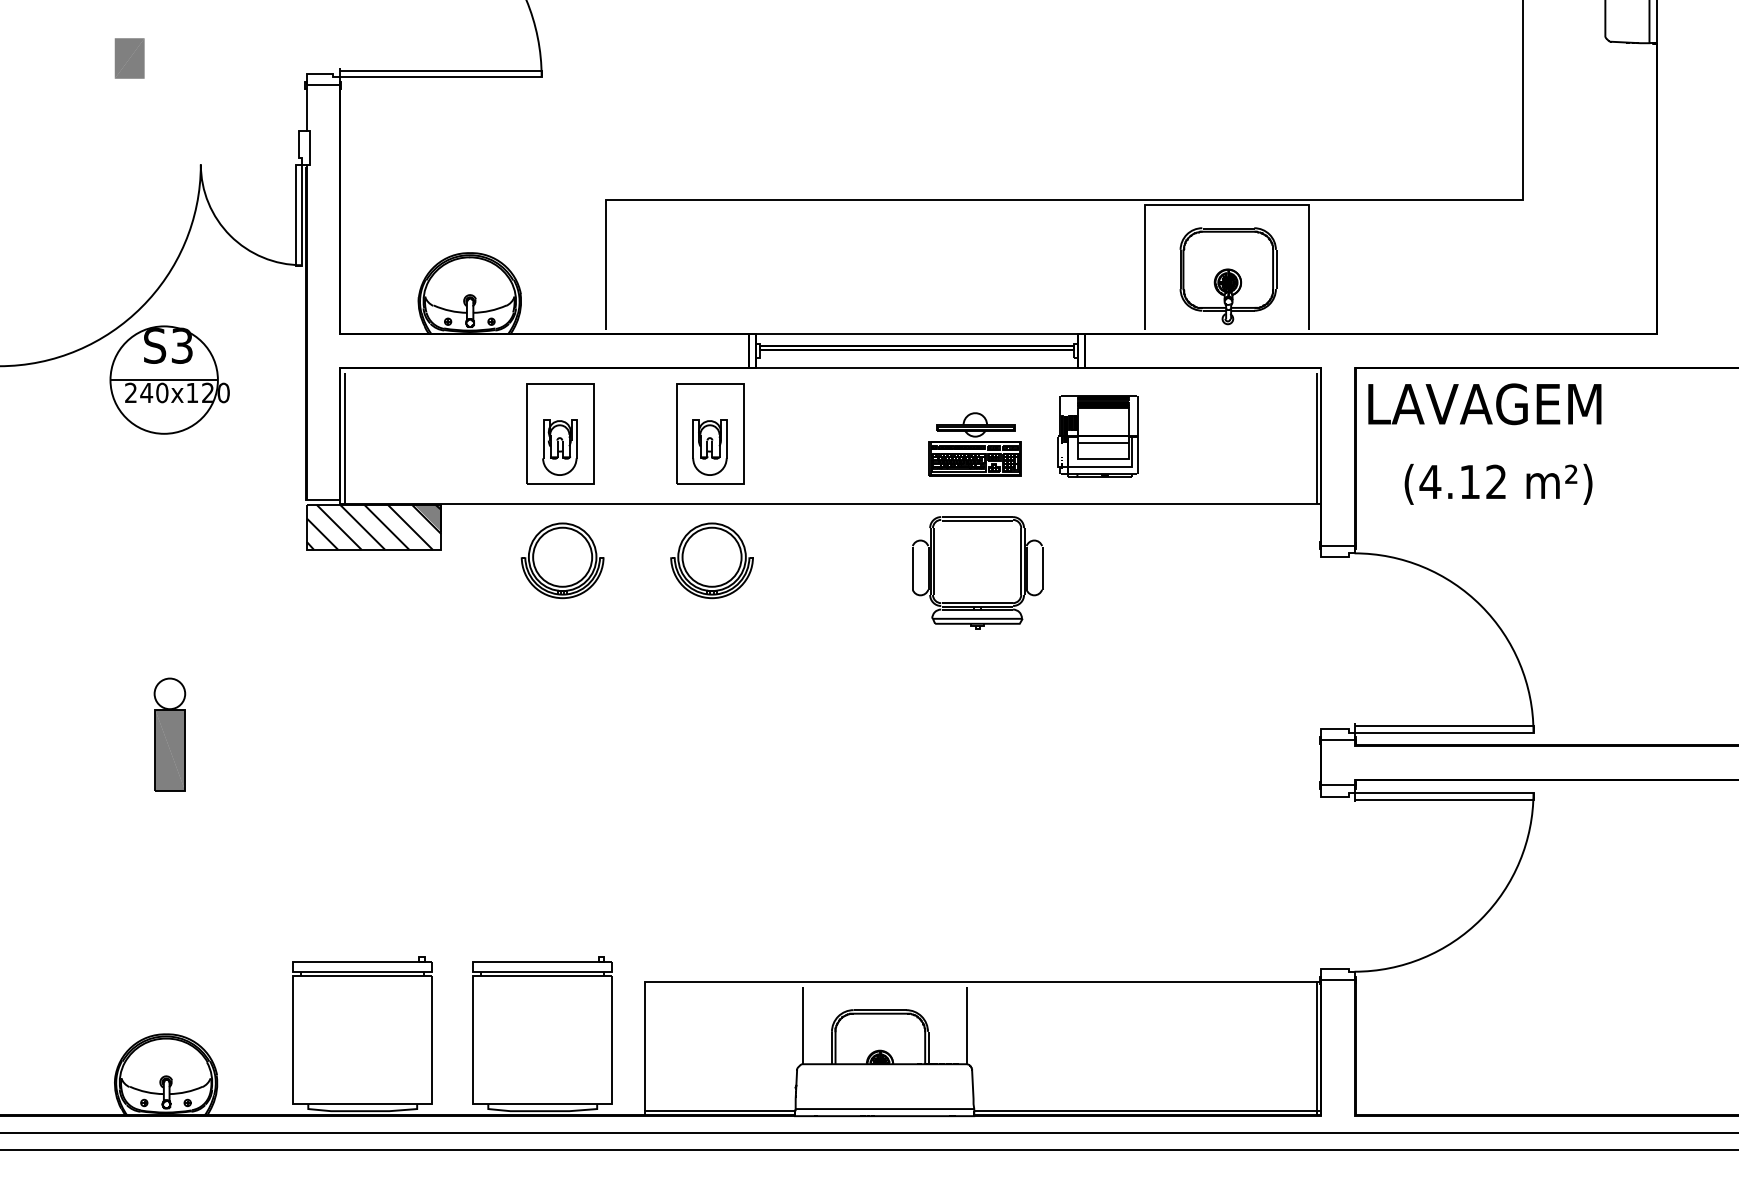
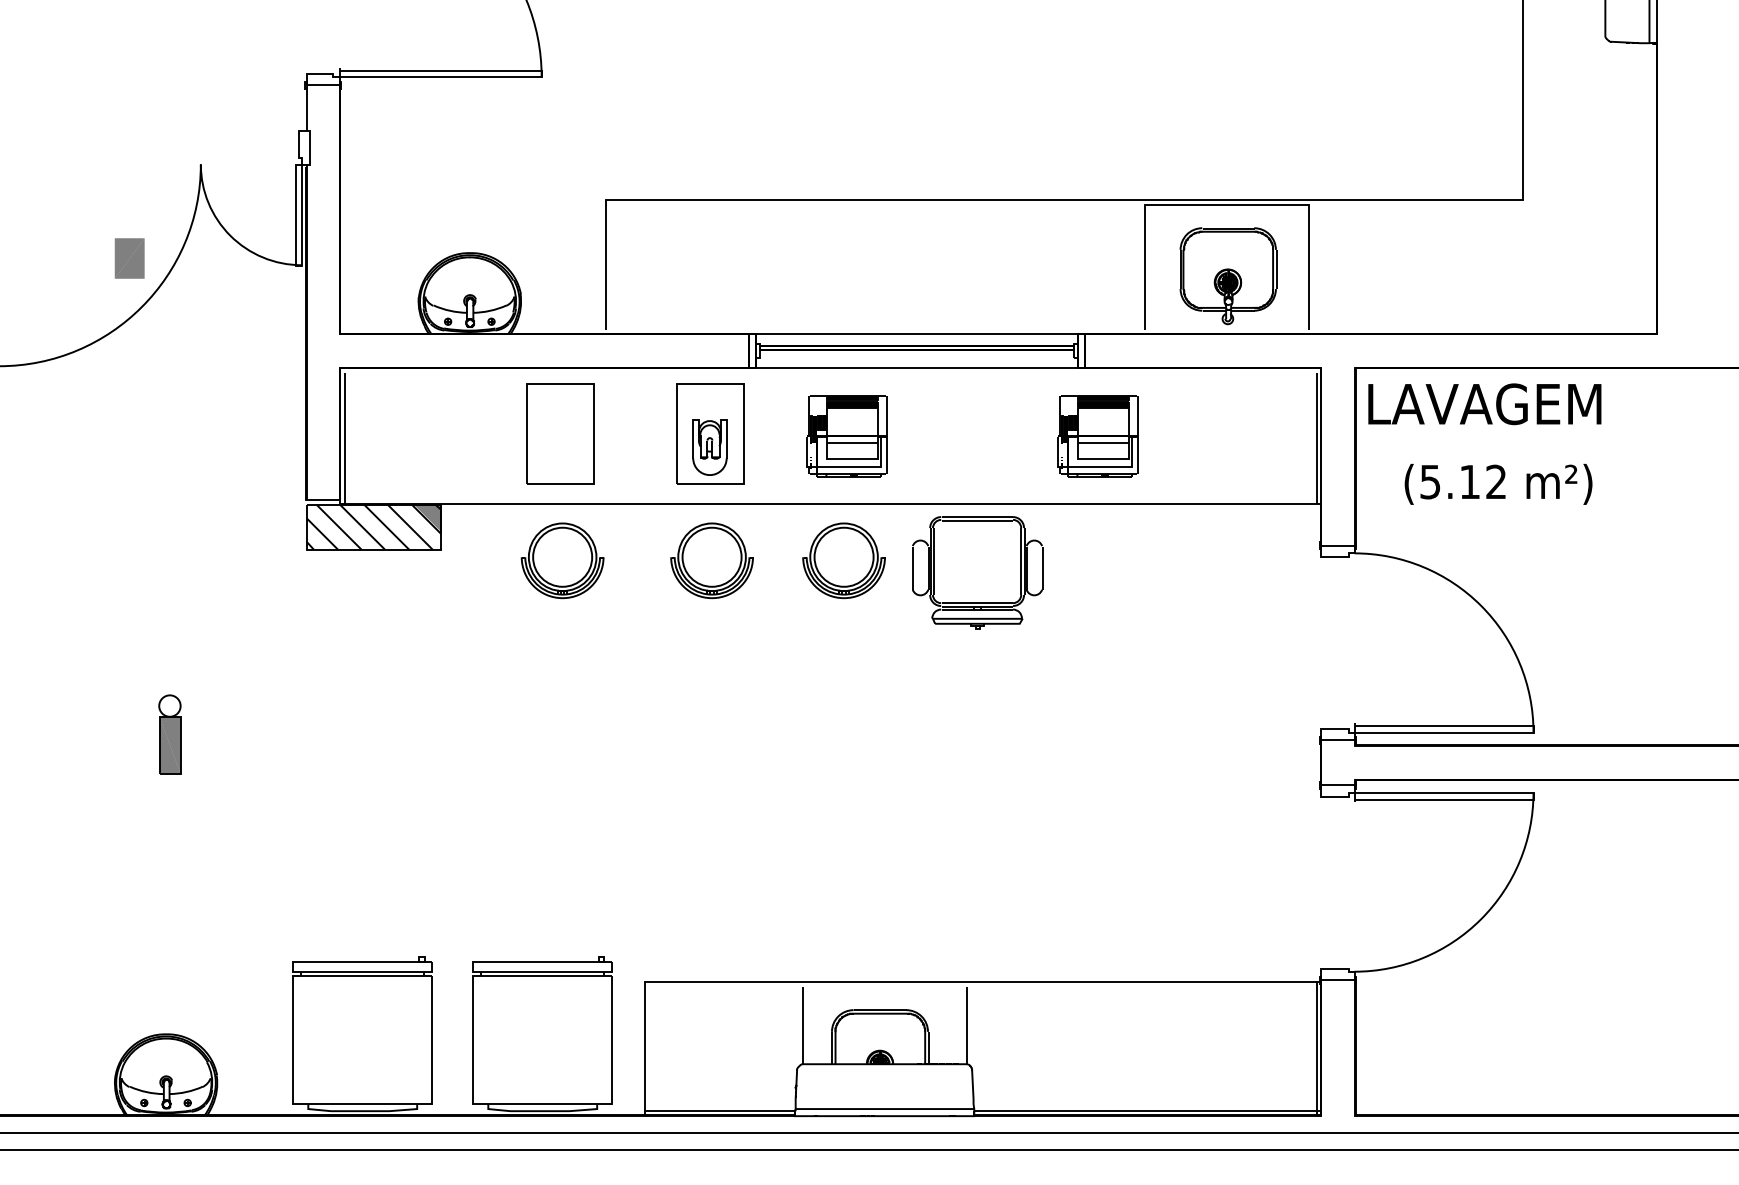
part at (129, 58) position: (129, 58) -> (129, 258)
part at (169, 379): present -> none
part at (846, 436): none -> present
part at (974, 444): present -> none
part at (559, 447): present -> none
text at (1430, 482): (4.12 -> (5.12
part at (843, 560): none -> present
part at (169, 734) size: 34x115 px -> 24x81 px
